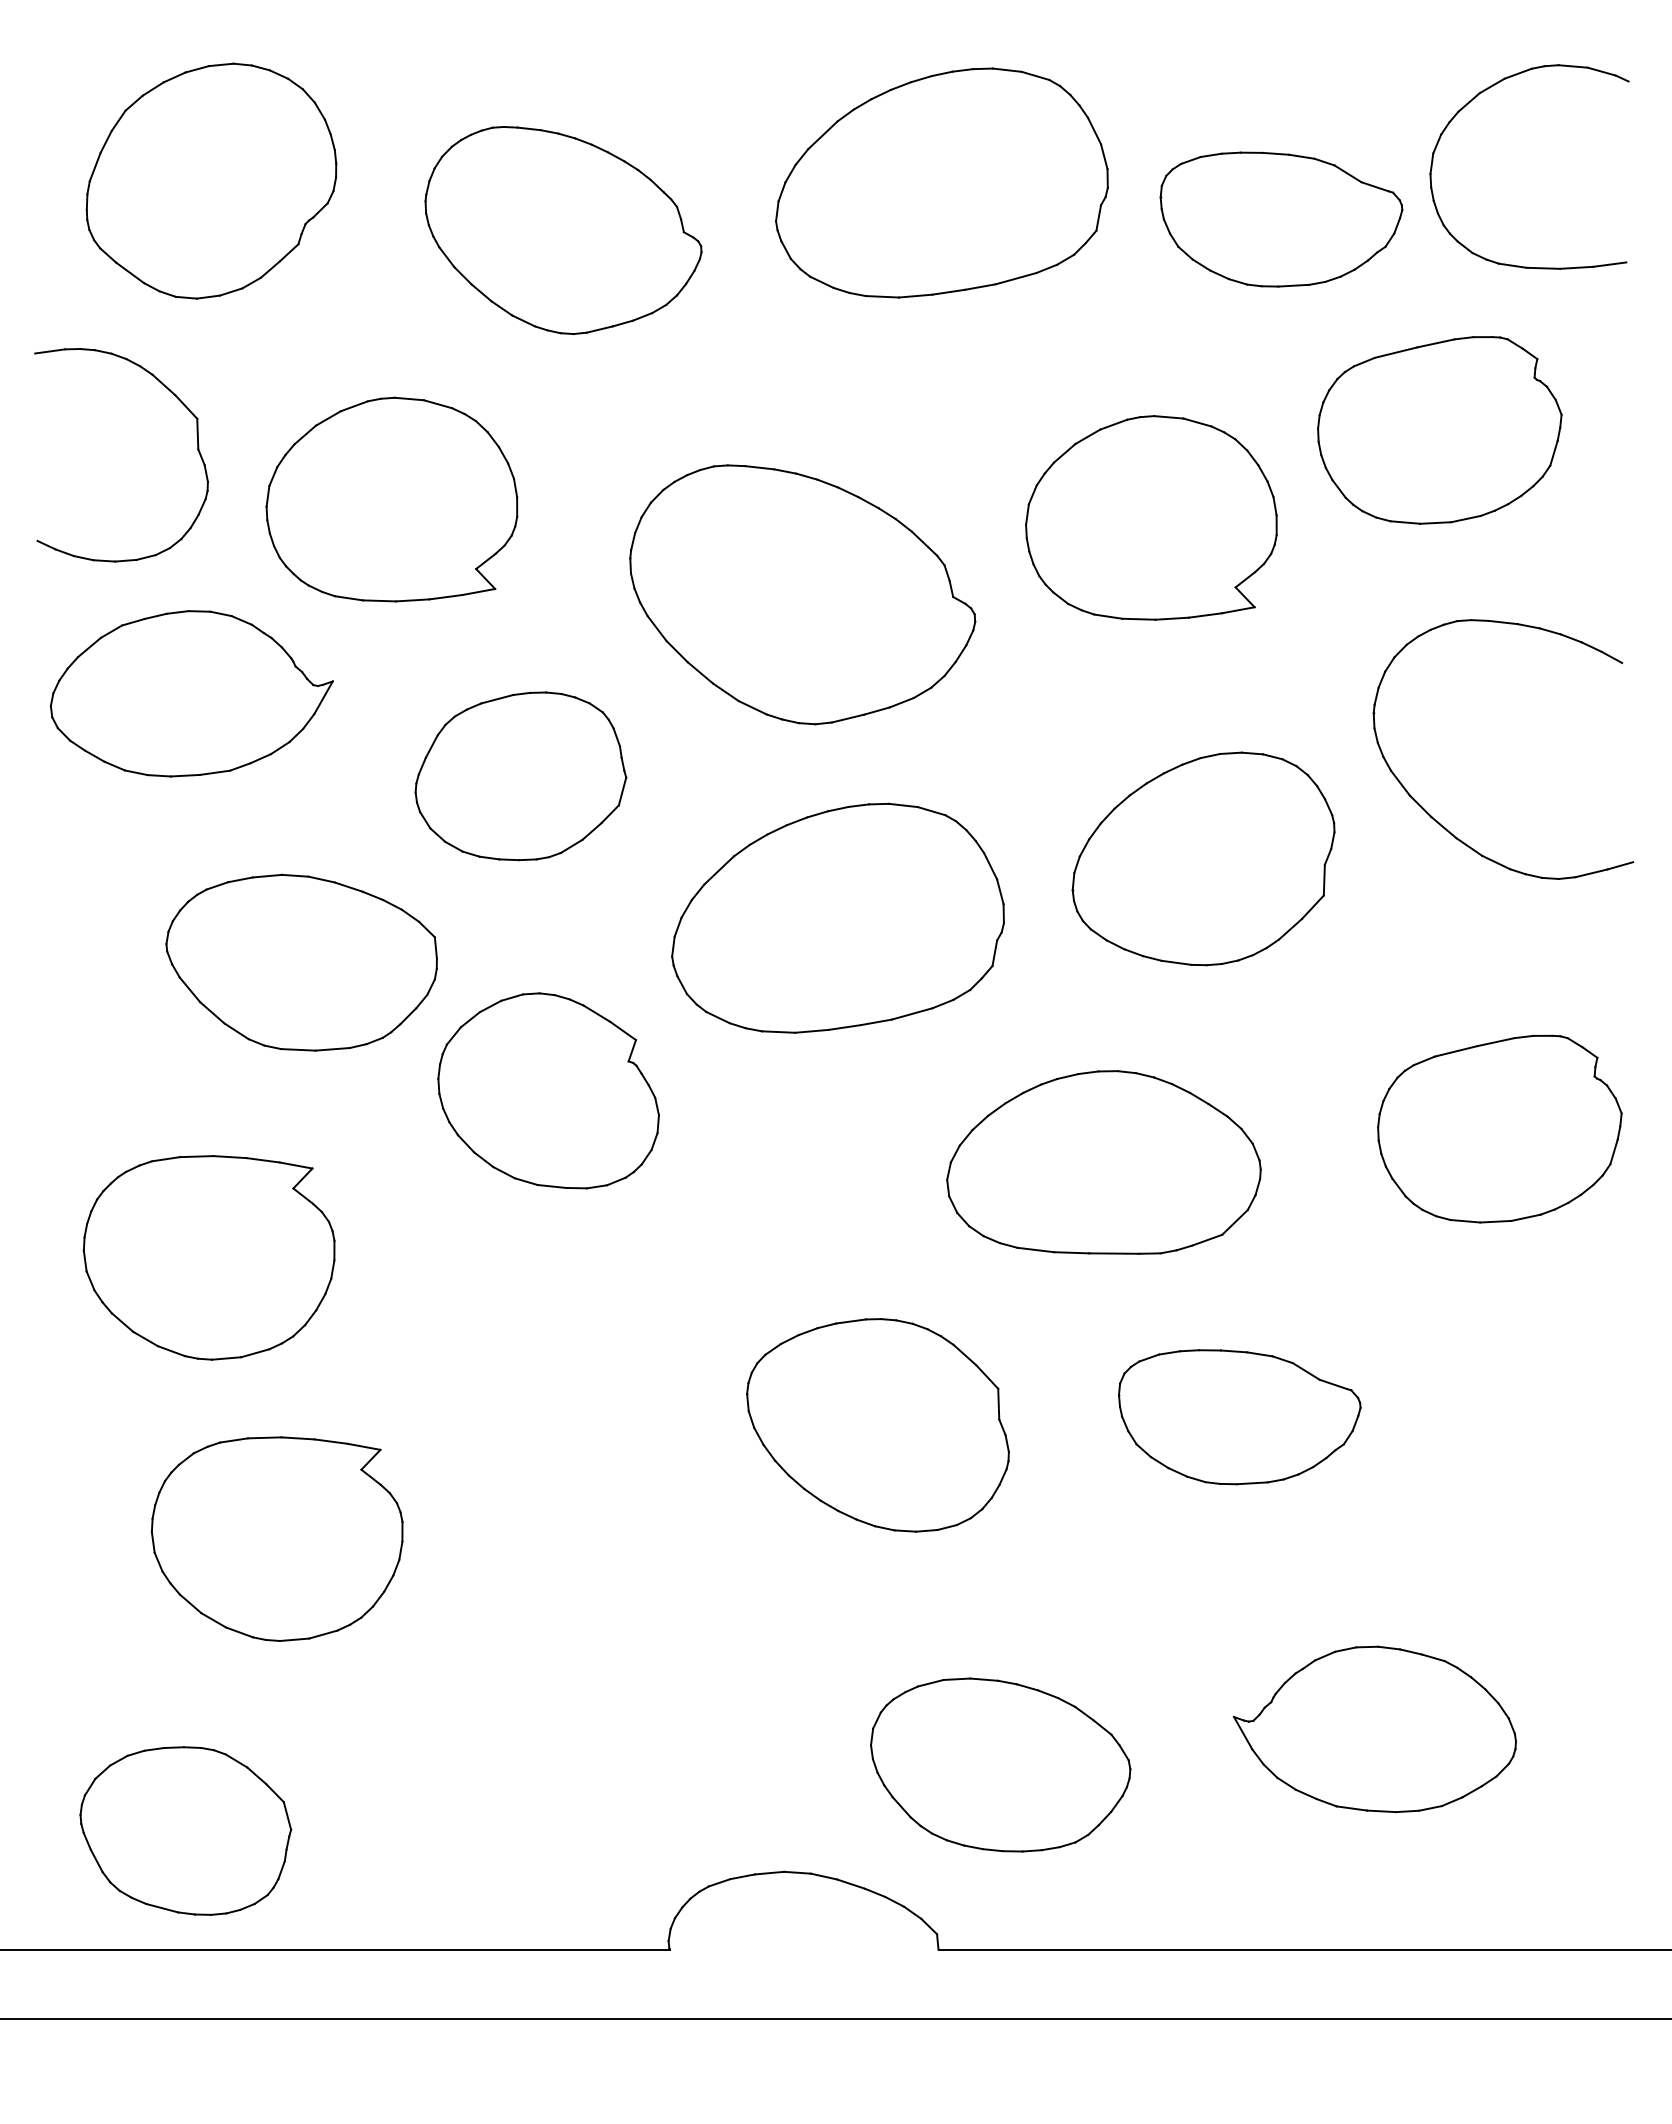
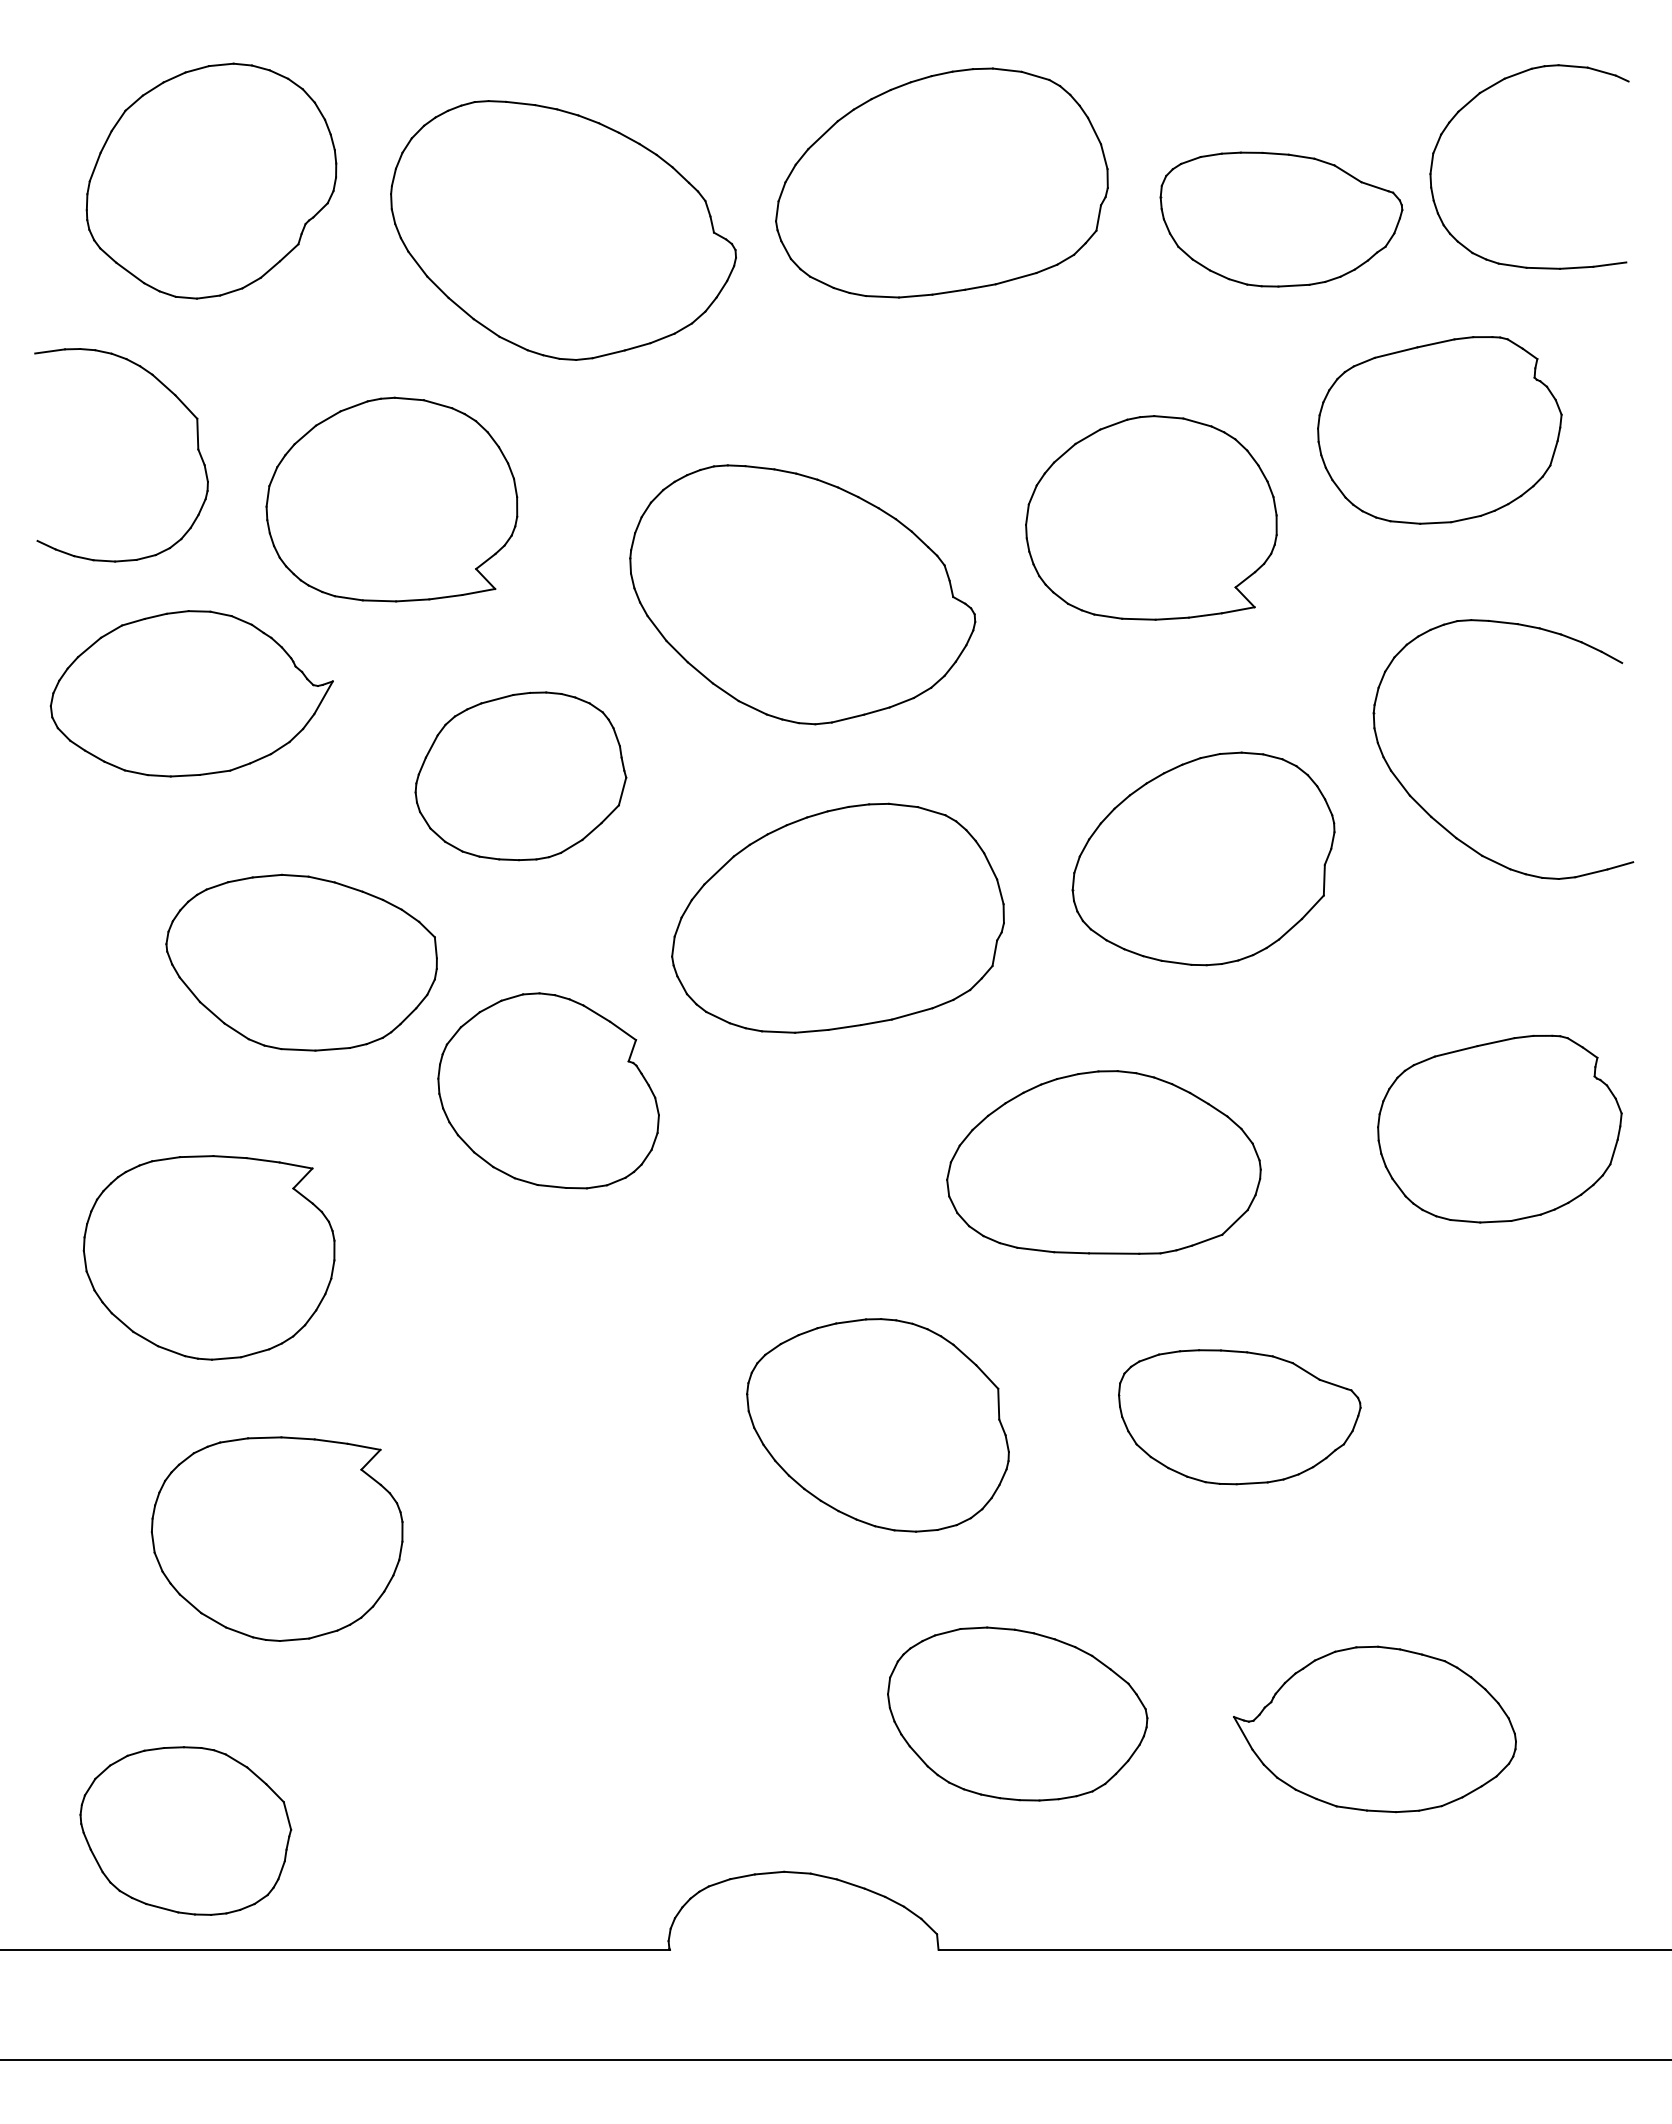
part at (563, 230) size: 279x209 px -> 347x261 px
part at (1000, 1764) position: (1000, 1764) -> (1017, 1713)
line at (835, 2019) position: (835, 2019) -> (835, 2060)
